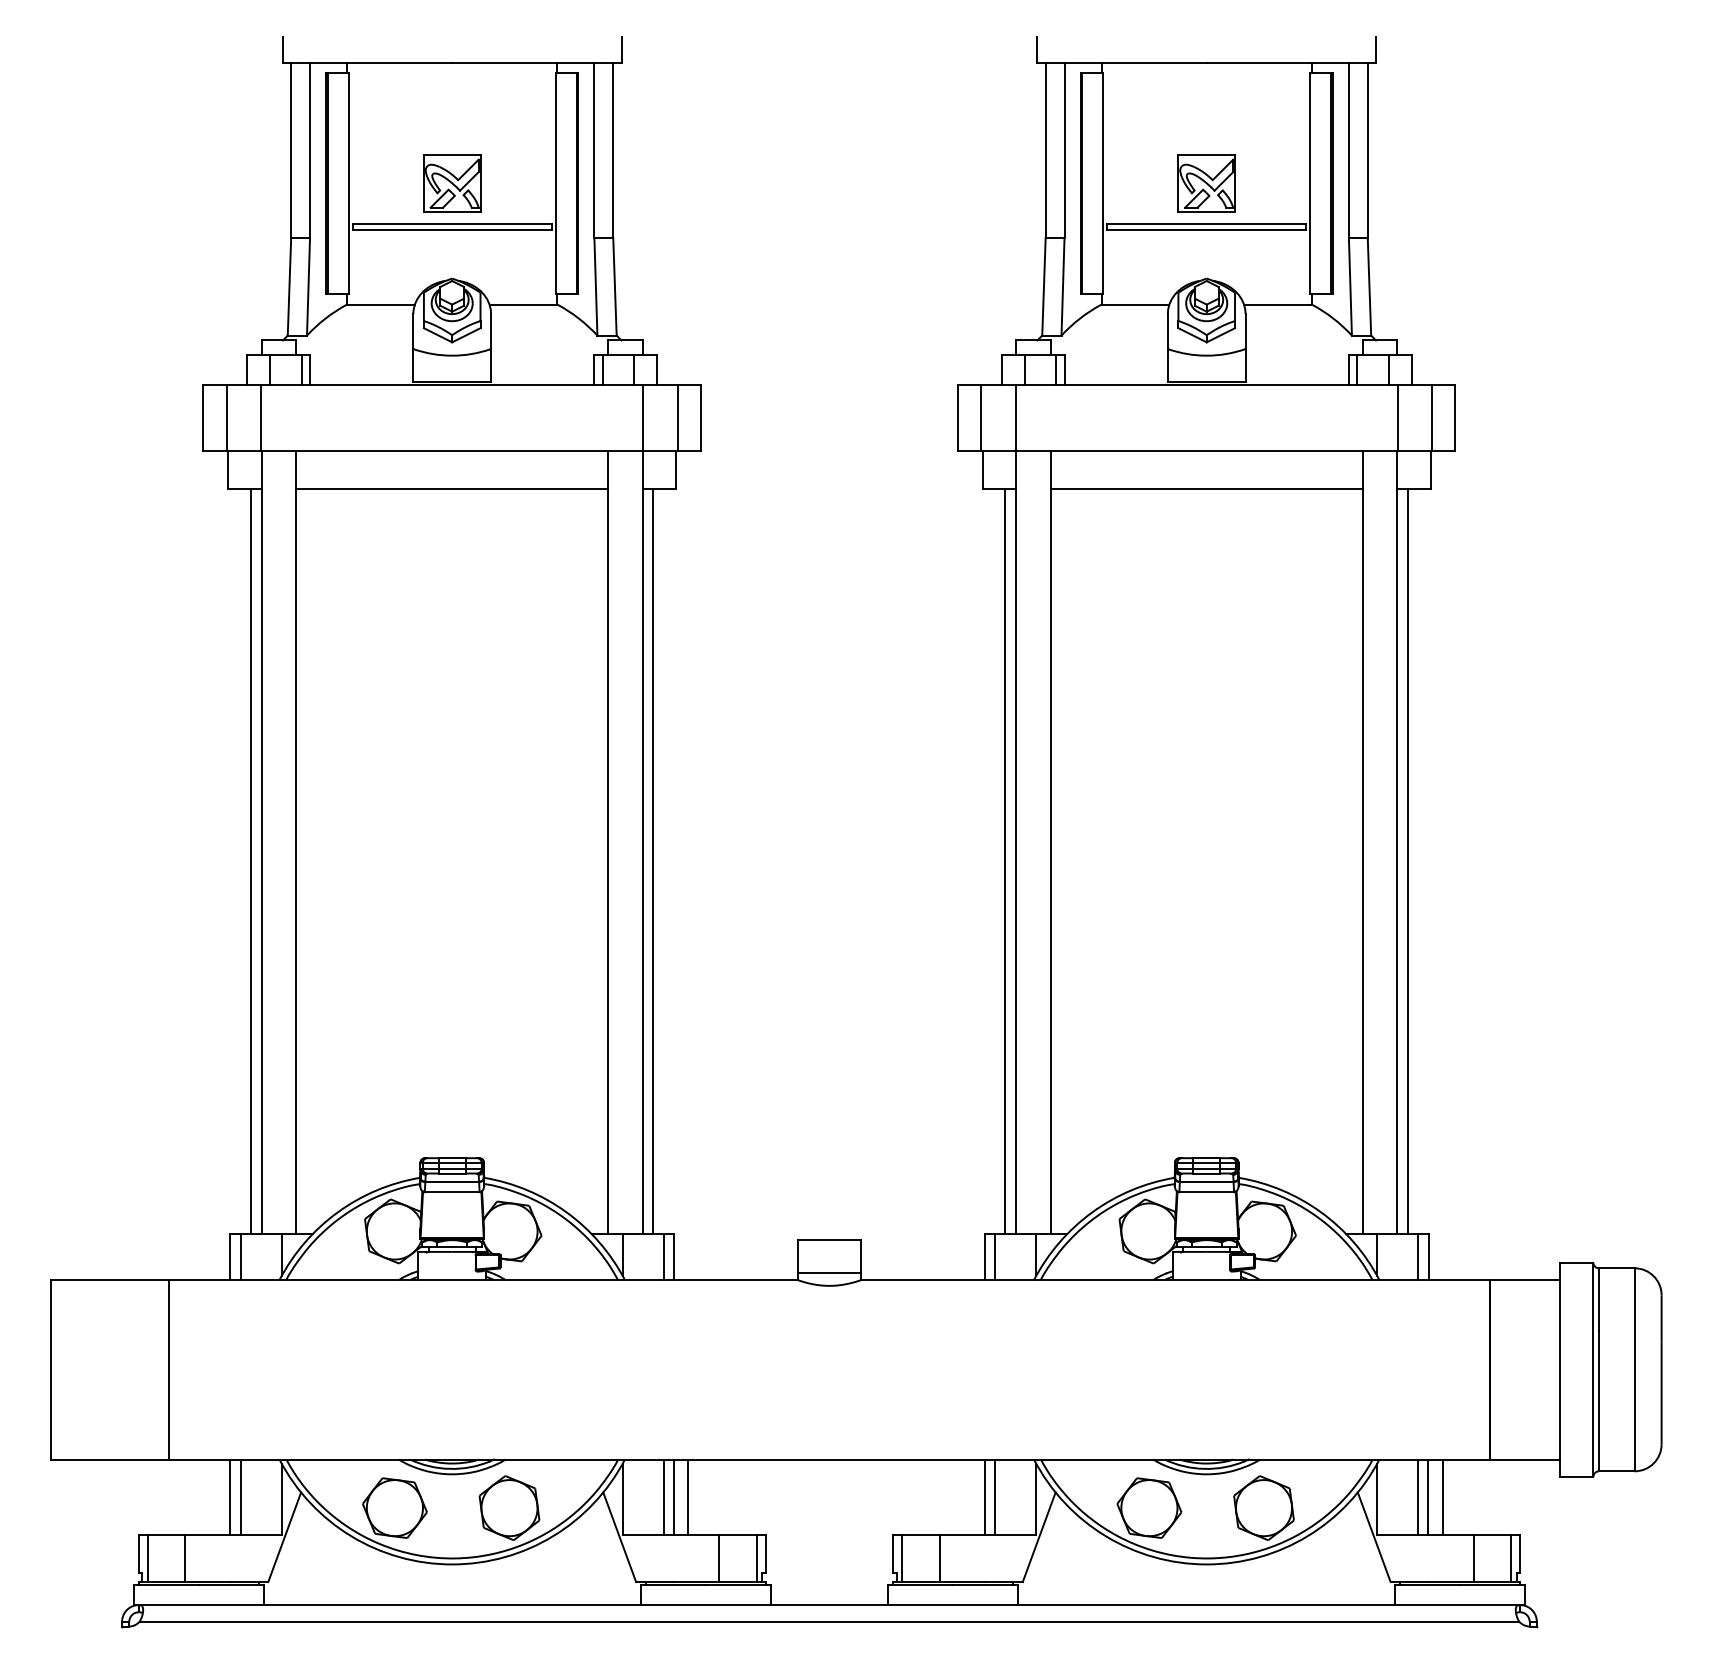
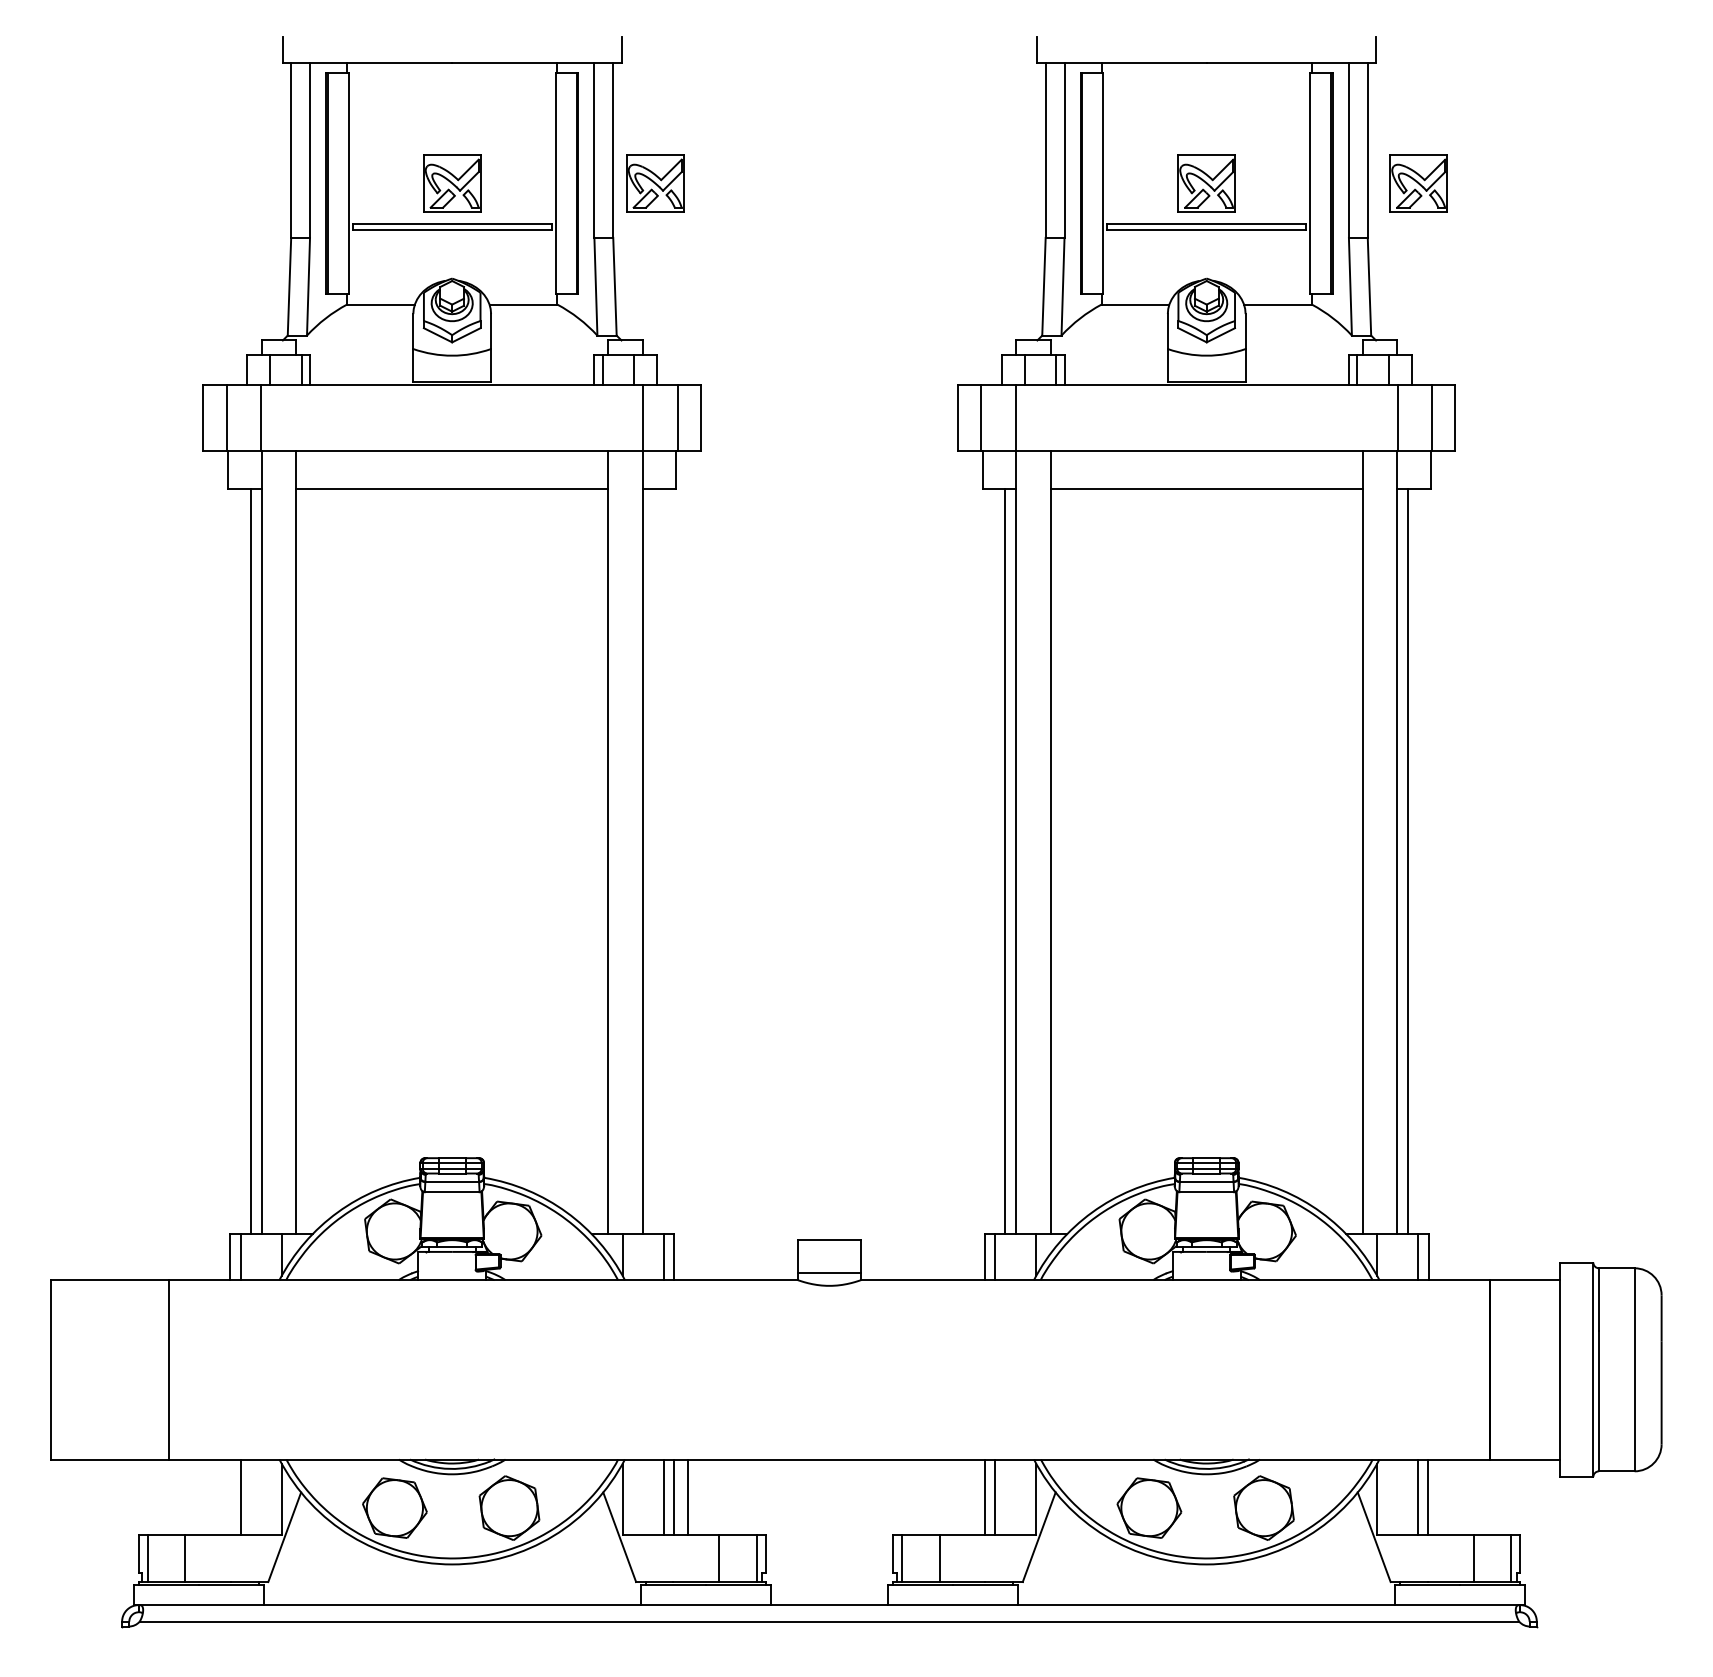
part at (655, 183): none -> present
part at (1418, 183): none -> present
line at (653, 861): present -> none
line at (229, 1496): present -> none
line at (1442, 1496): present -> none
